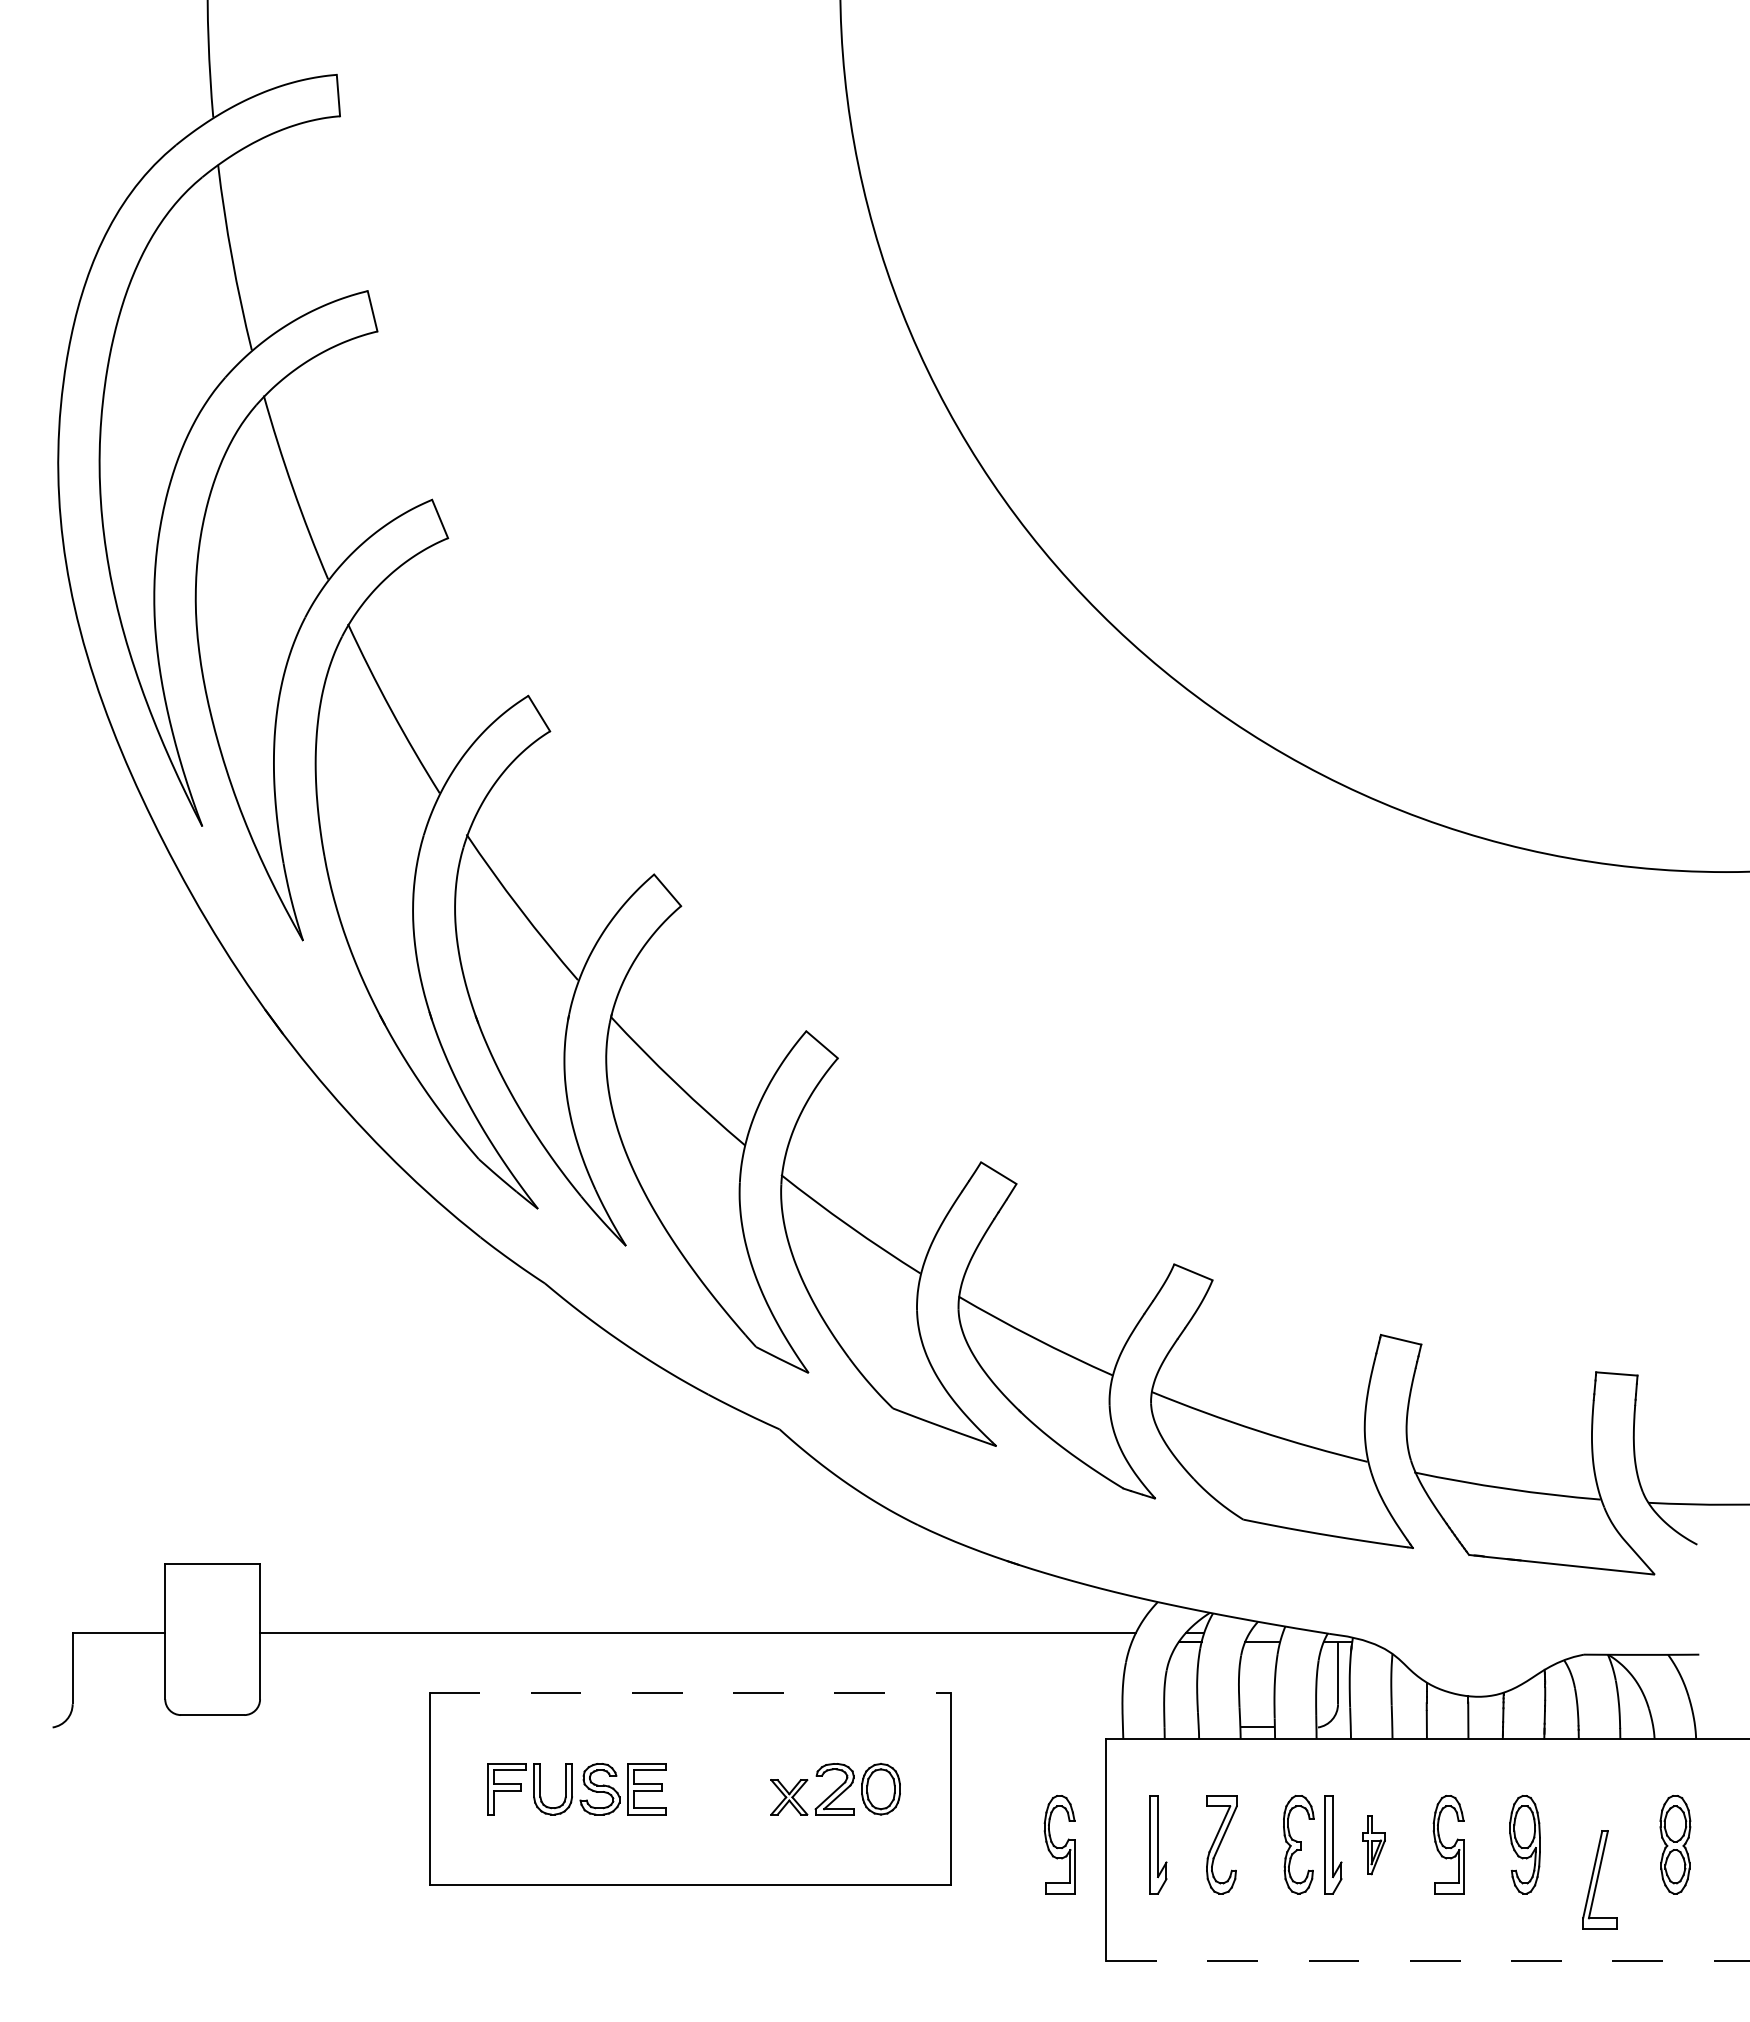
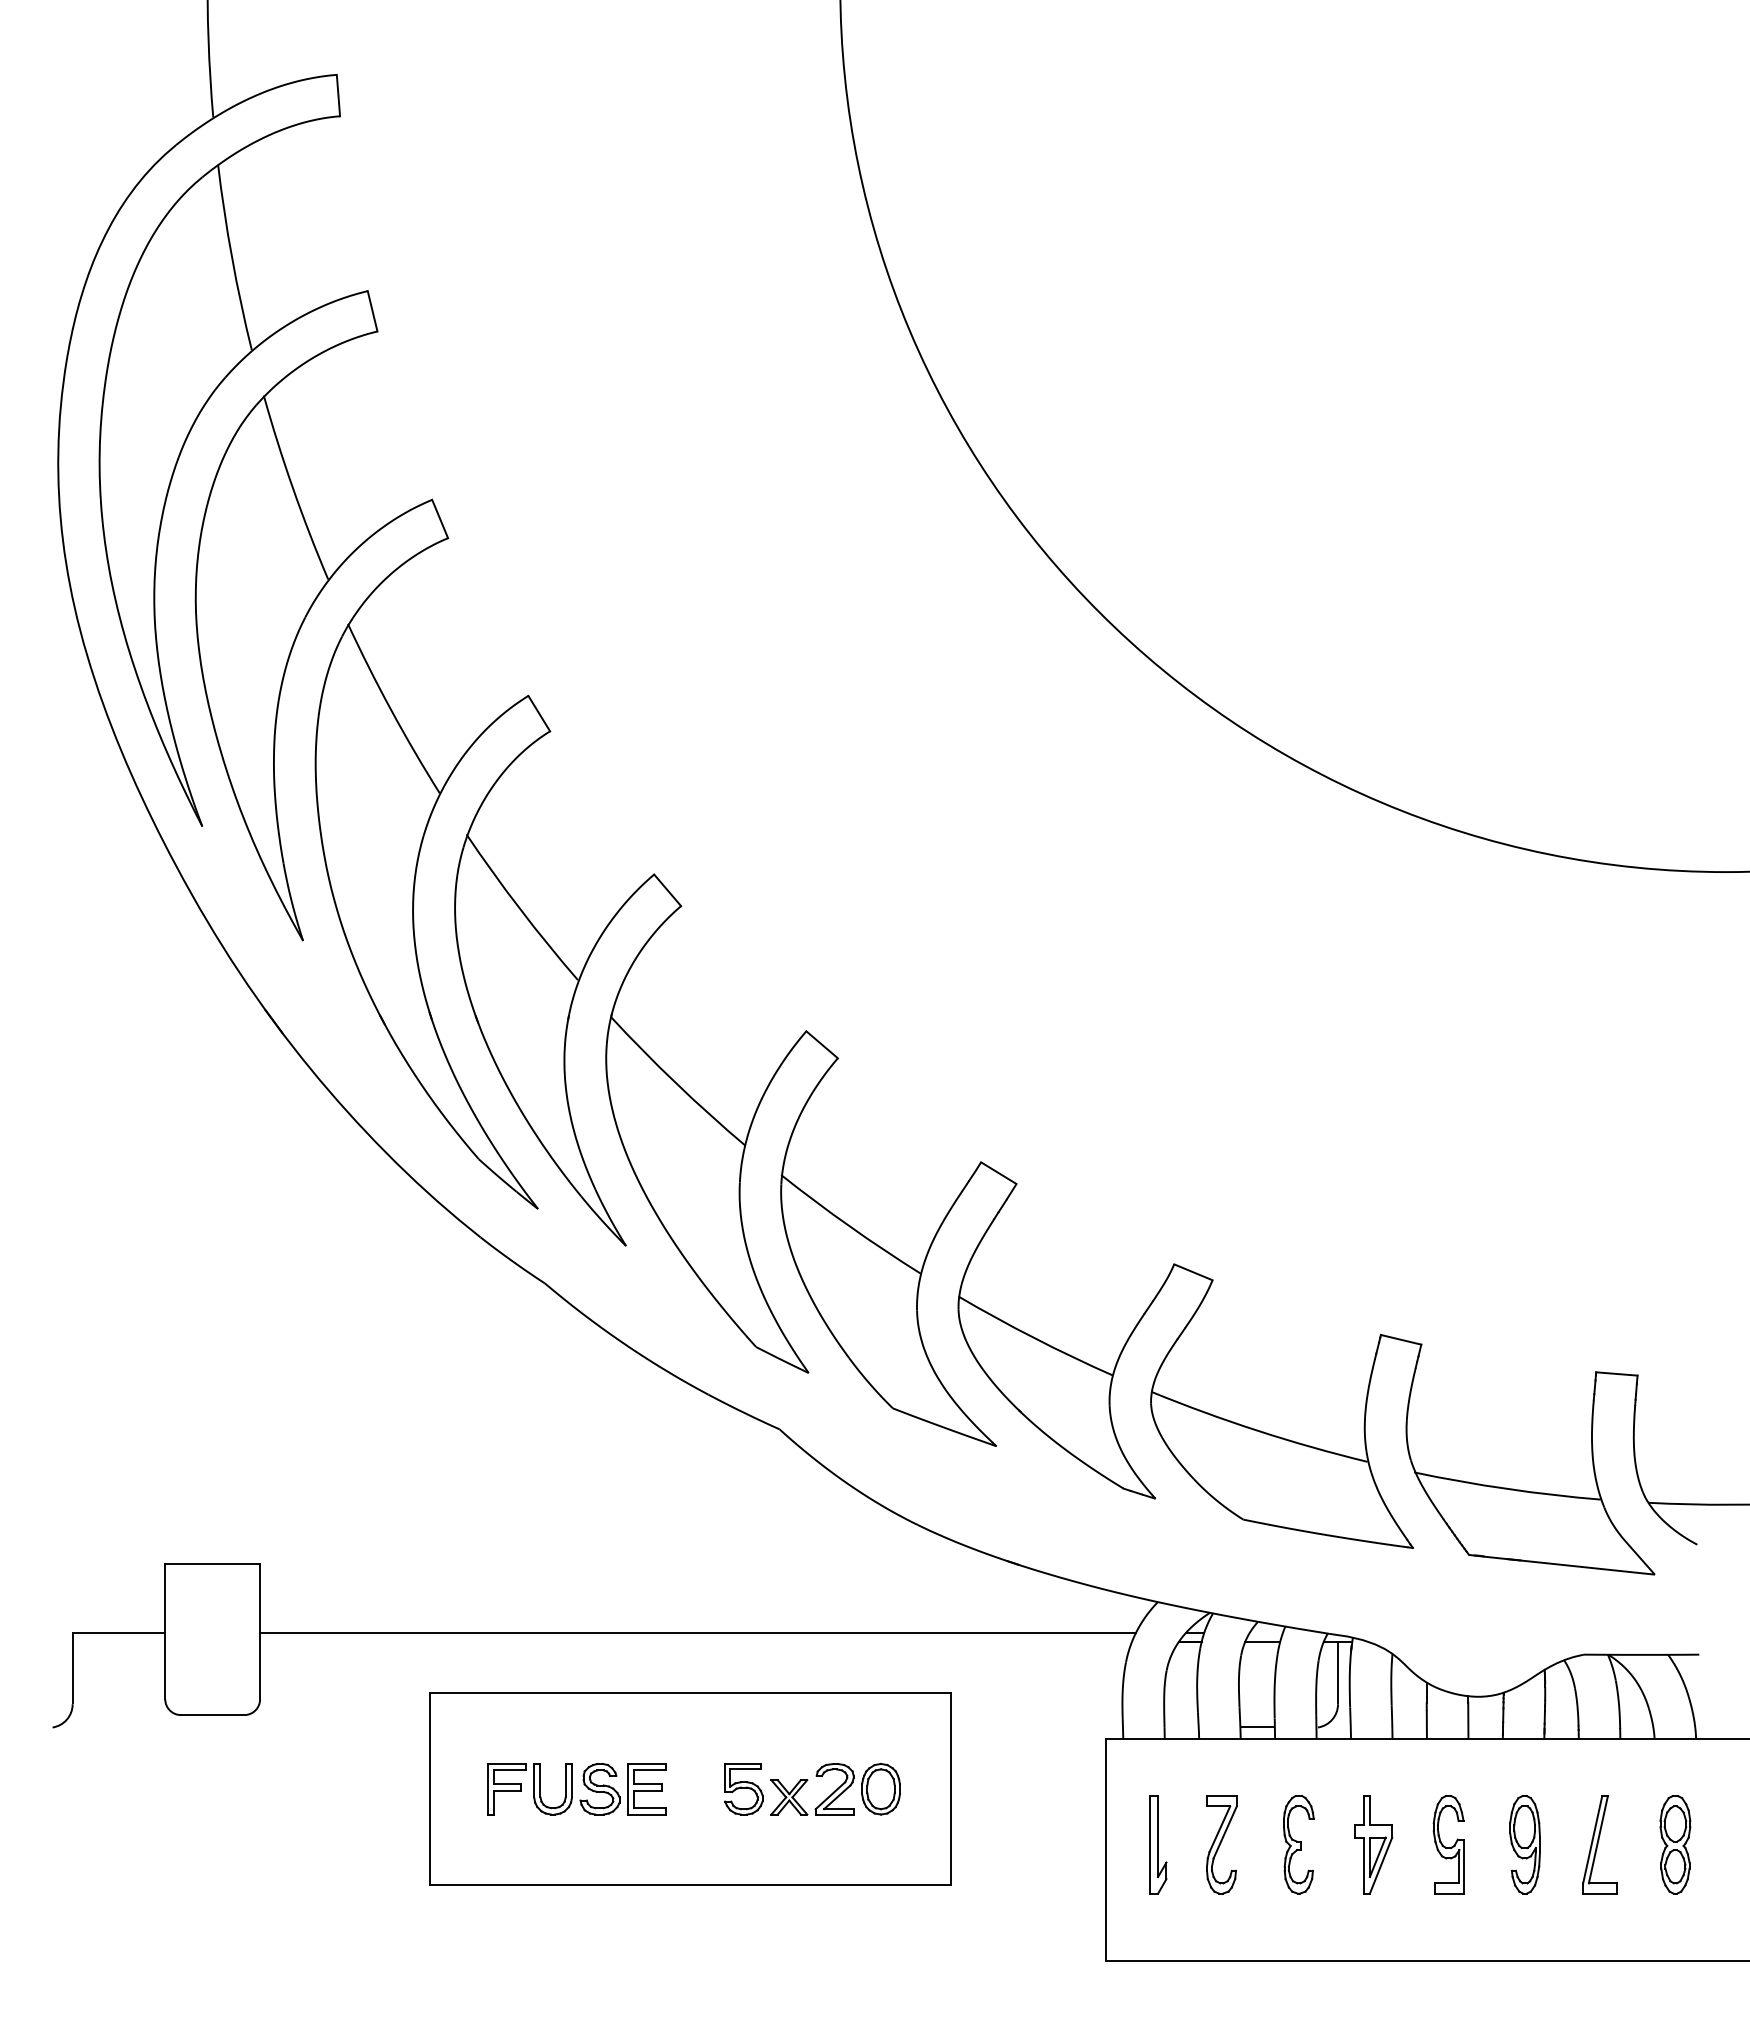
line at (690, 1693): dashed -> solid
part at (743, 1789): none -> present
part at (1059, 1844): present -> none
part at (1333, 1844): present -> none
part at (1373, 1845) size: 24x61 px -> 40x100 px
part at (1599, 1879) position: (1599, 1879) -> (1599, 1844)
line at (1427, 1961): dashed -> solid
